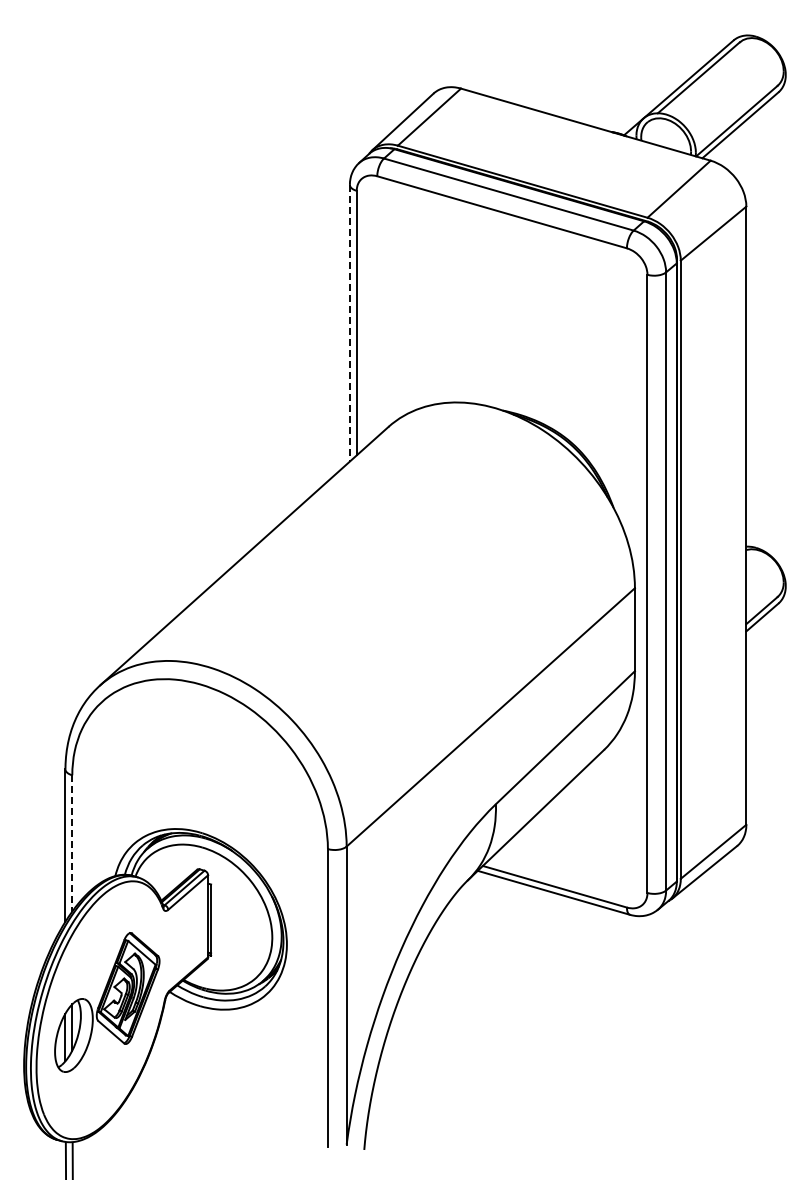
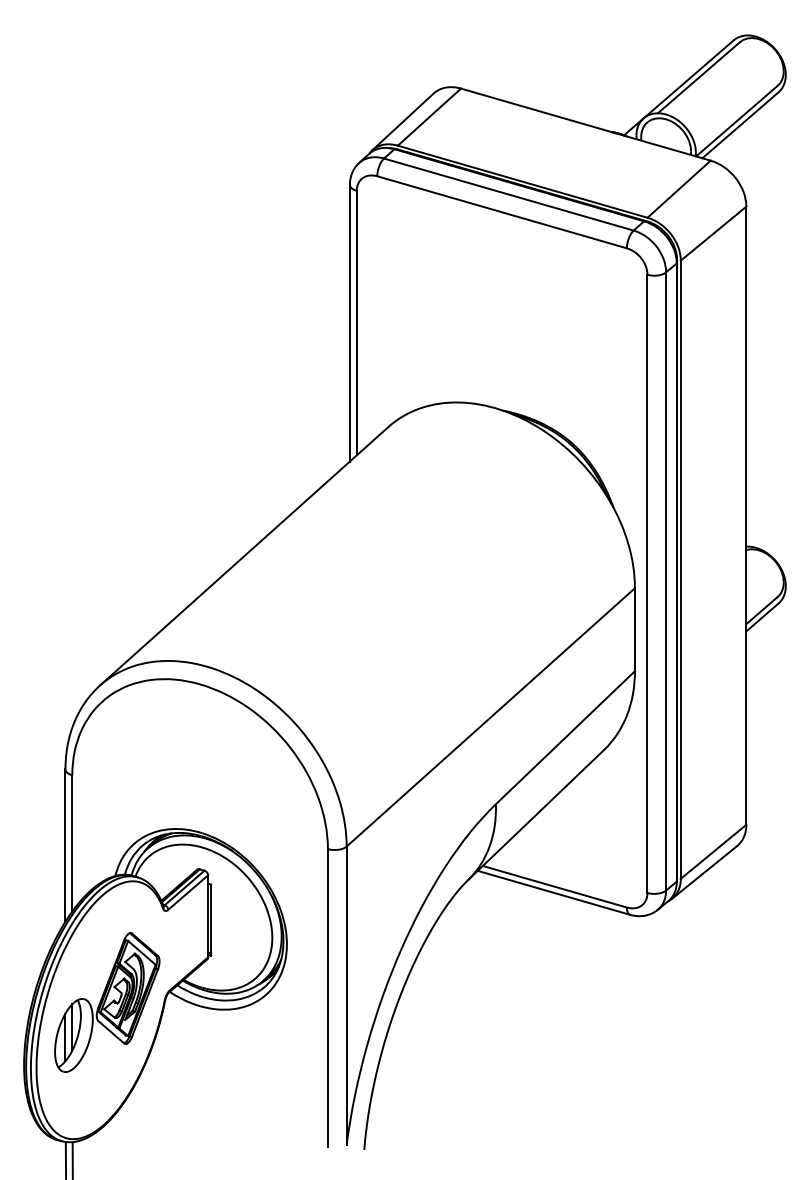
line at (349, 323): dashed -> solid
line at (72, 843): dashed -> solid
